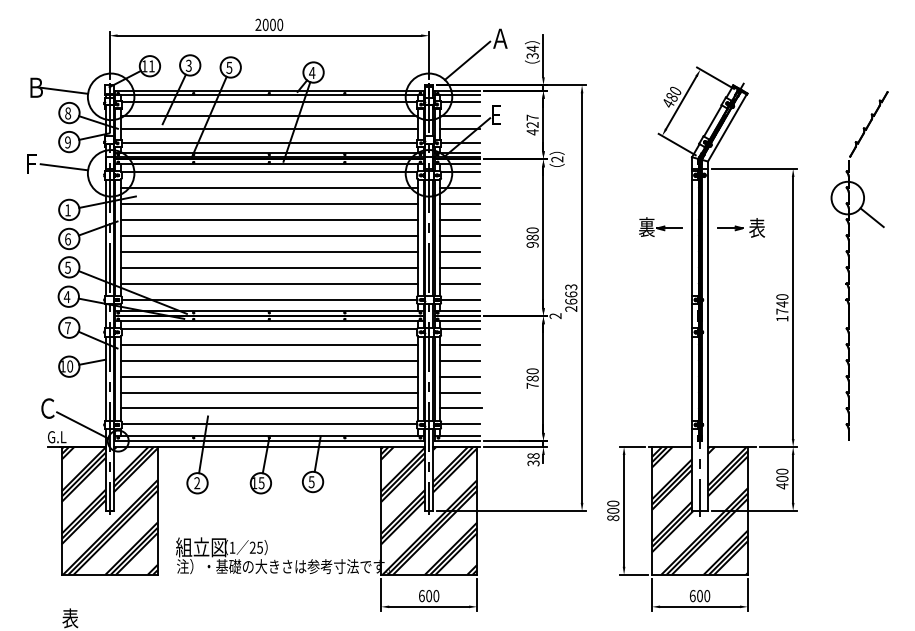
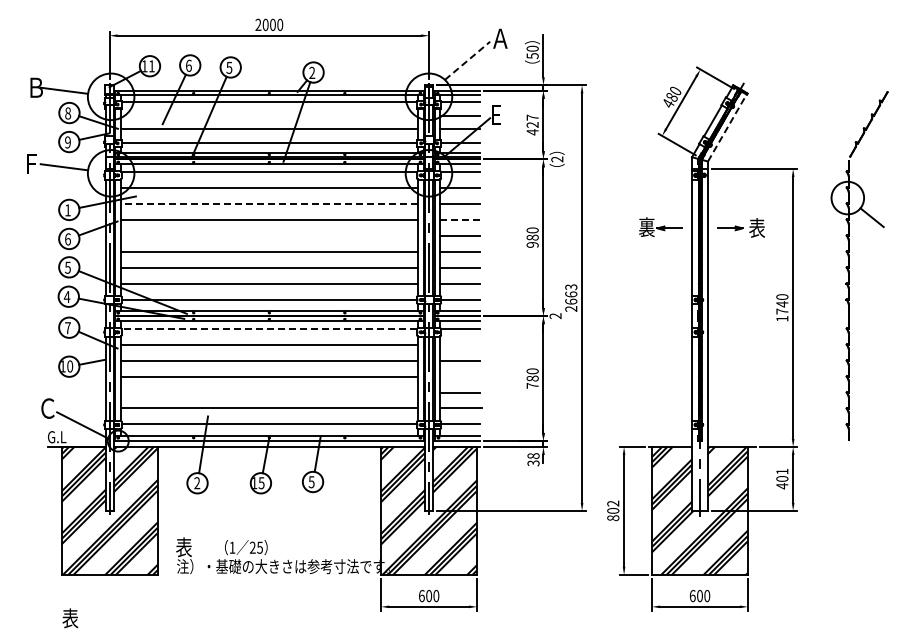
text at (532, 51): 34 -> 50
line at (467, 60): solid -> dashed
text at (188, 65): 3 -> 6
text at (312, 72): 4 -> 2
line at (268, 115): present -> none
line at (727, 128): solid -> dashed
line at (268, 203): solid -> dashed
line at (460, 219): solid -> dashed
line at (268, 235): present -> none
line at (269, 328): solid -> dashed
line at (460, 344): present -> none
line at (460, 376): present -> none
line at (268, 392): present -> none
text at (782, 471): 400 -> 401
text at (613, 503): 800 -> 802
text at (201, 547): 組立図 -> 表
